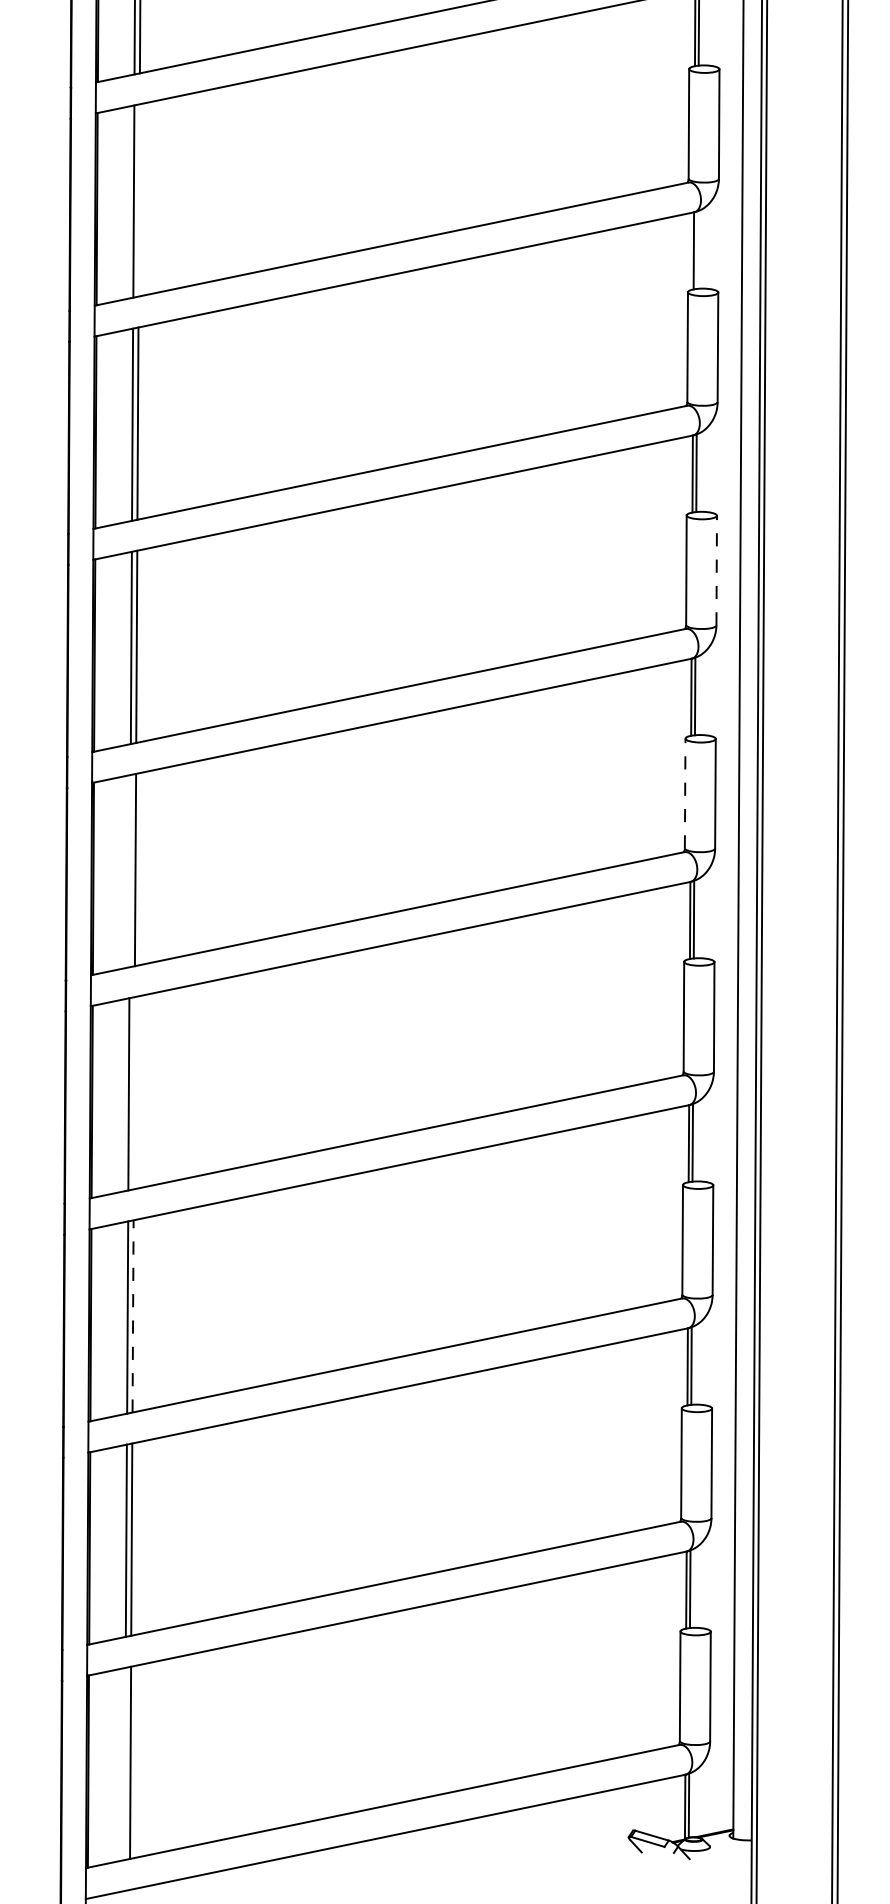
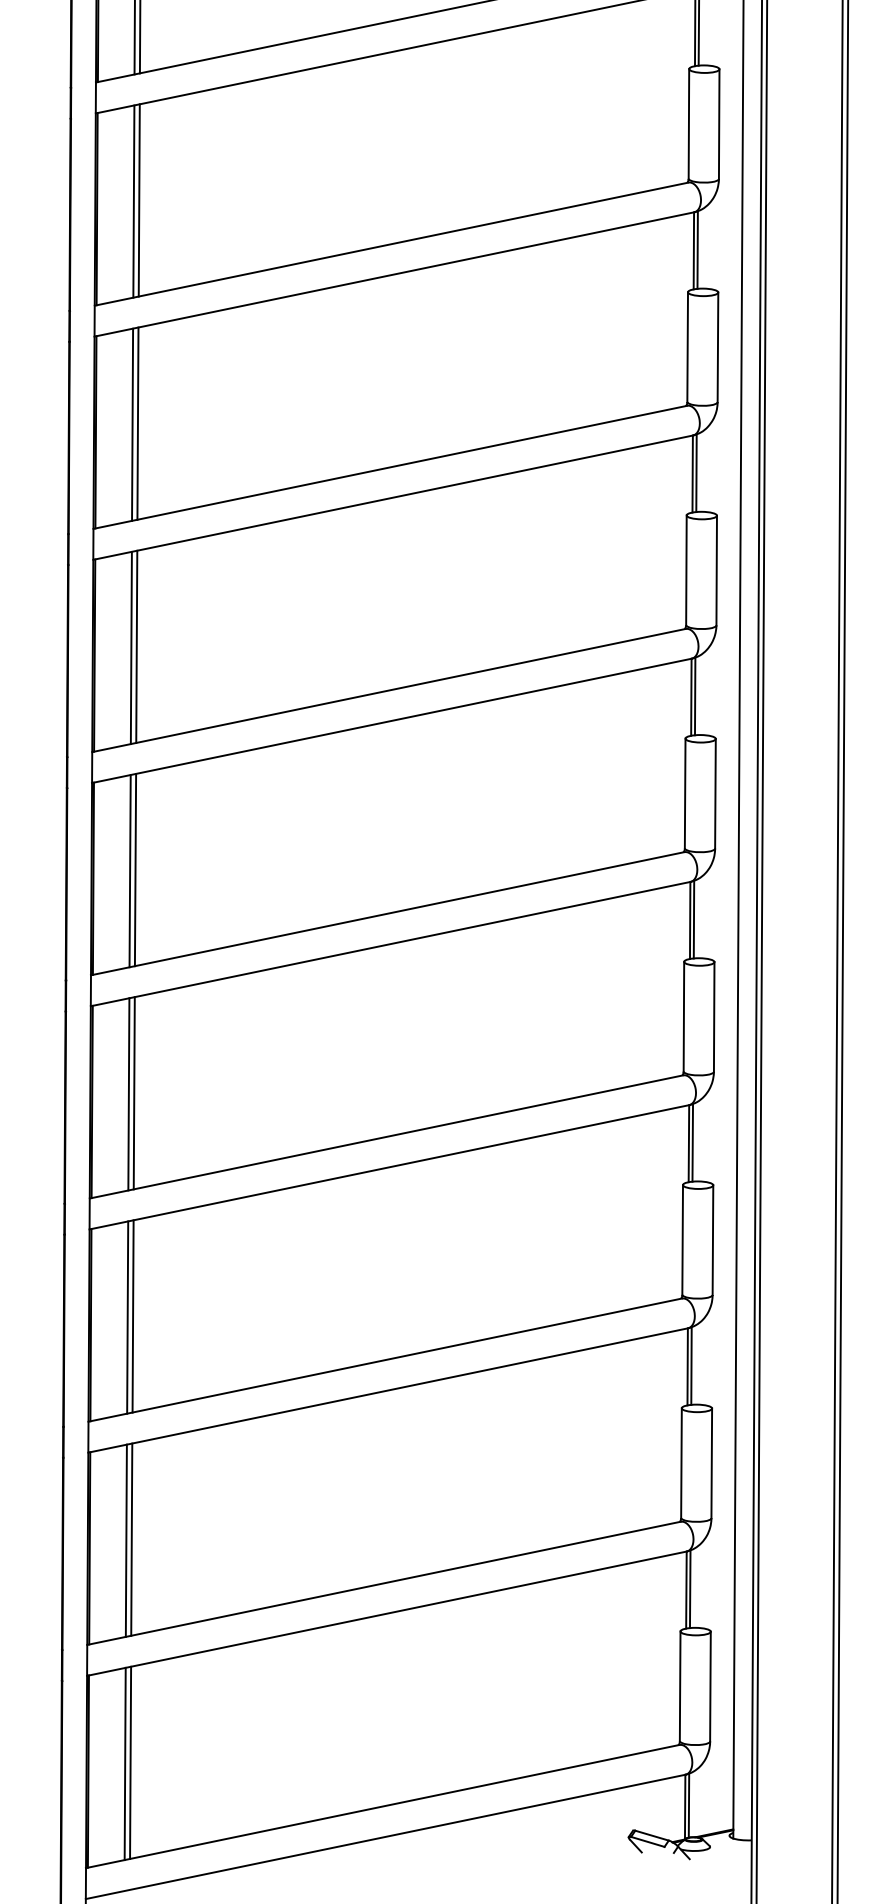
line at (138, 200): none -> present
line at (697, 249): none -> present
line at (716, 570): dashed -> solid
line at (685, 793): dashed -> solid
line at (129, 871): none -> present
line at (133, 1093): none -> present
line at (133, 1315): dashed -> solid
line at (124, 1763): none -> present
